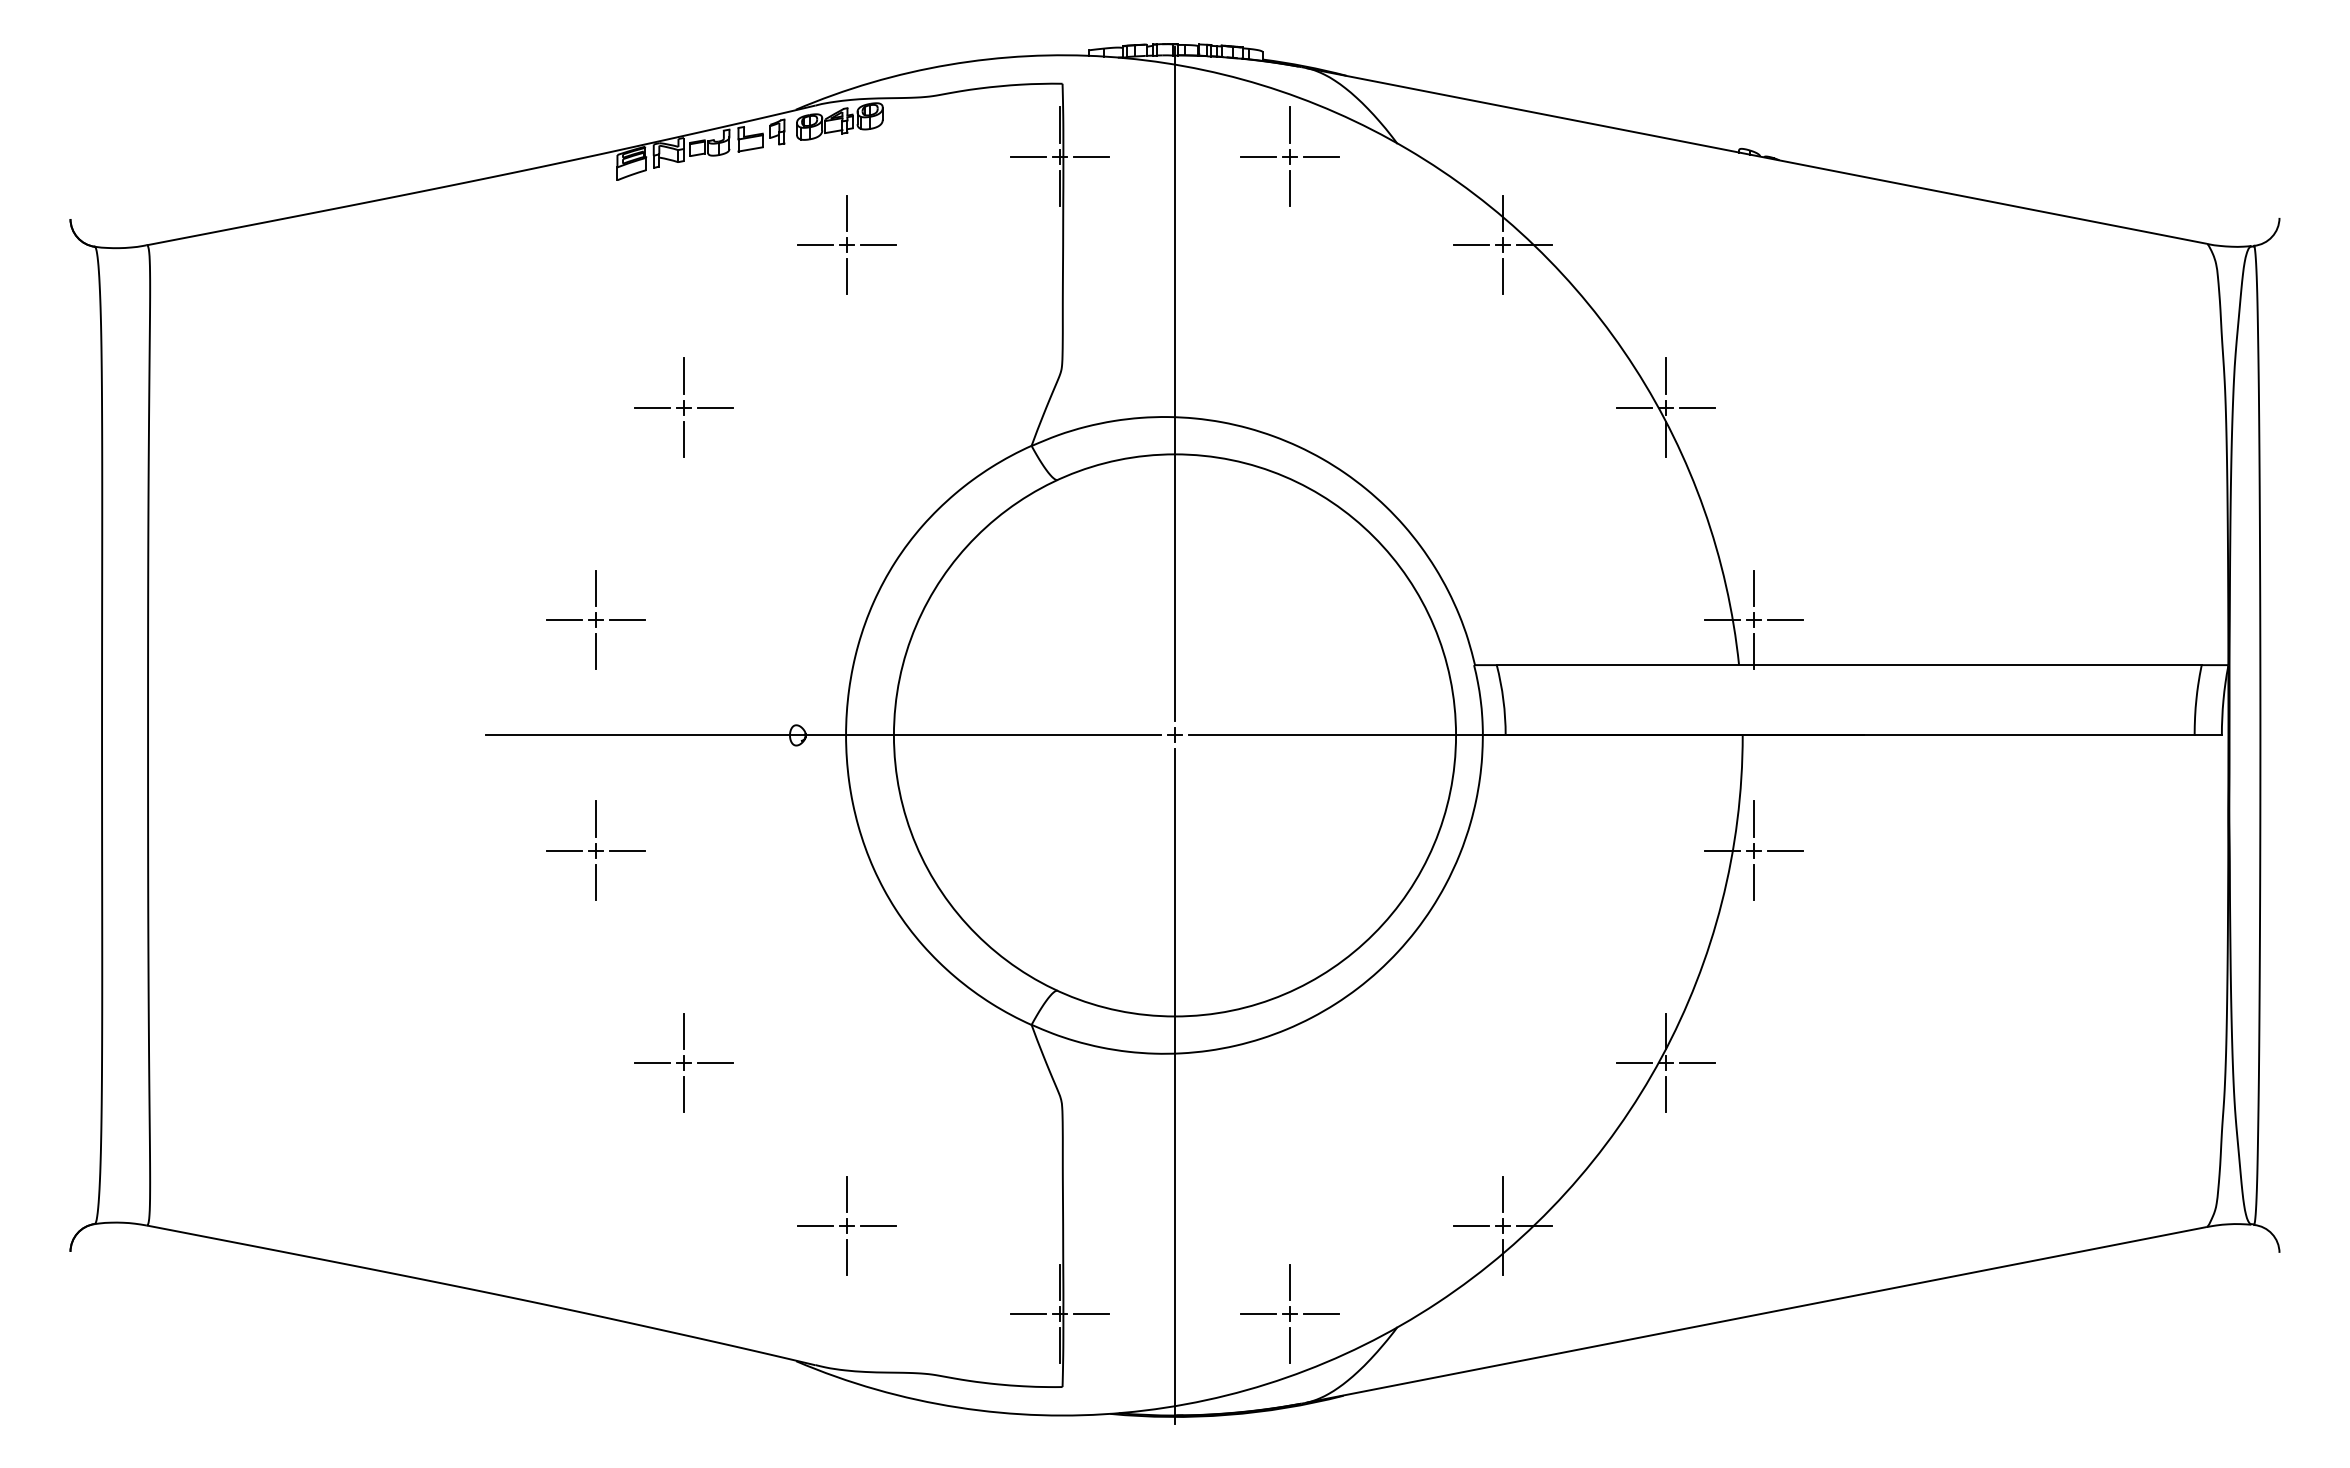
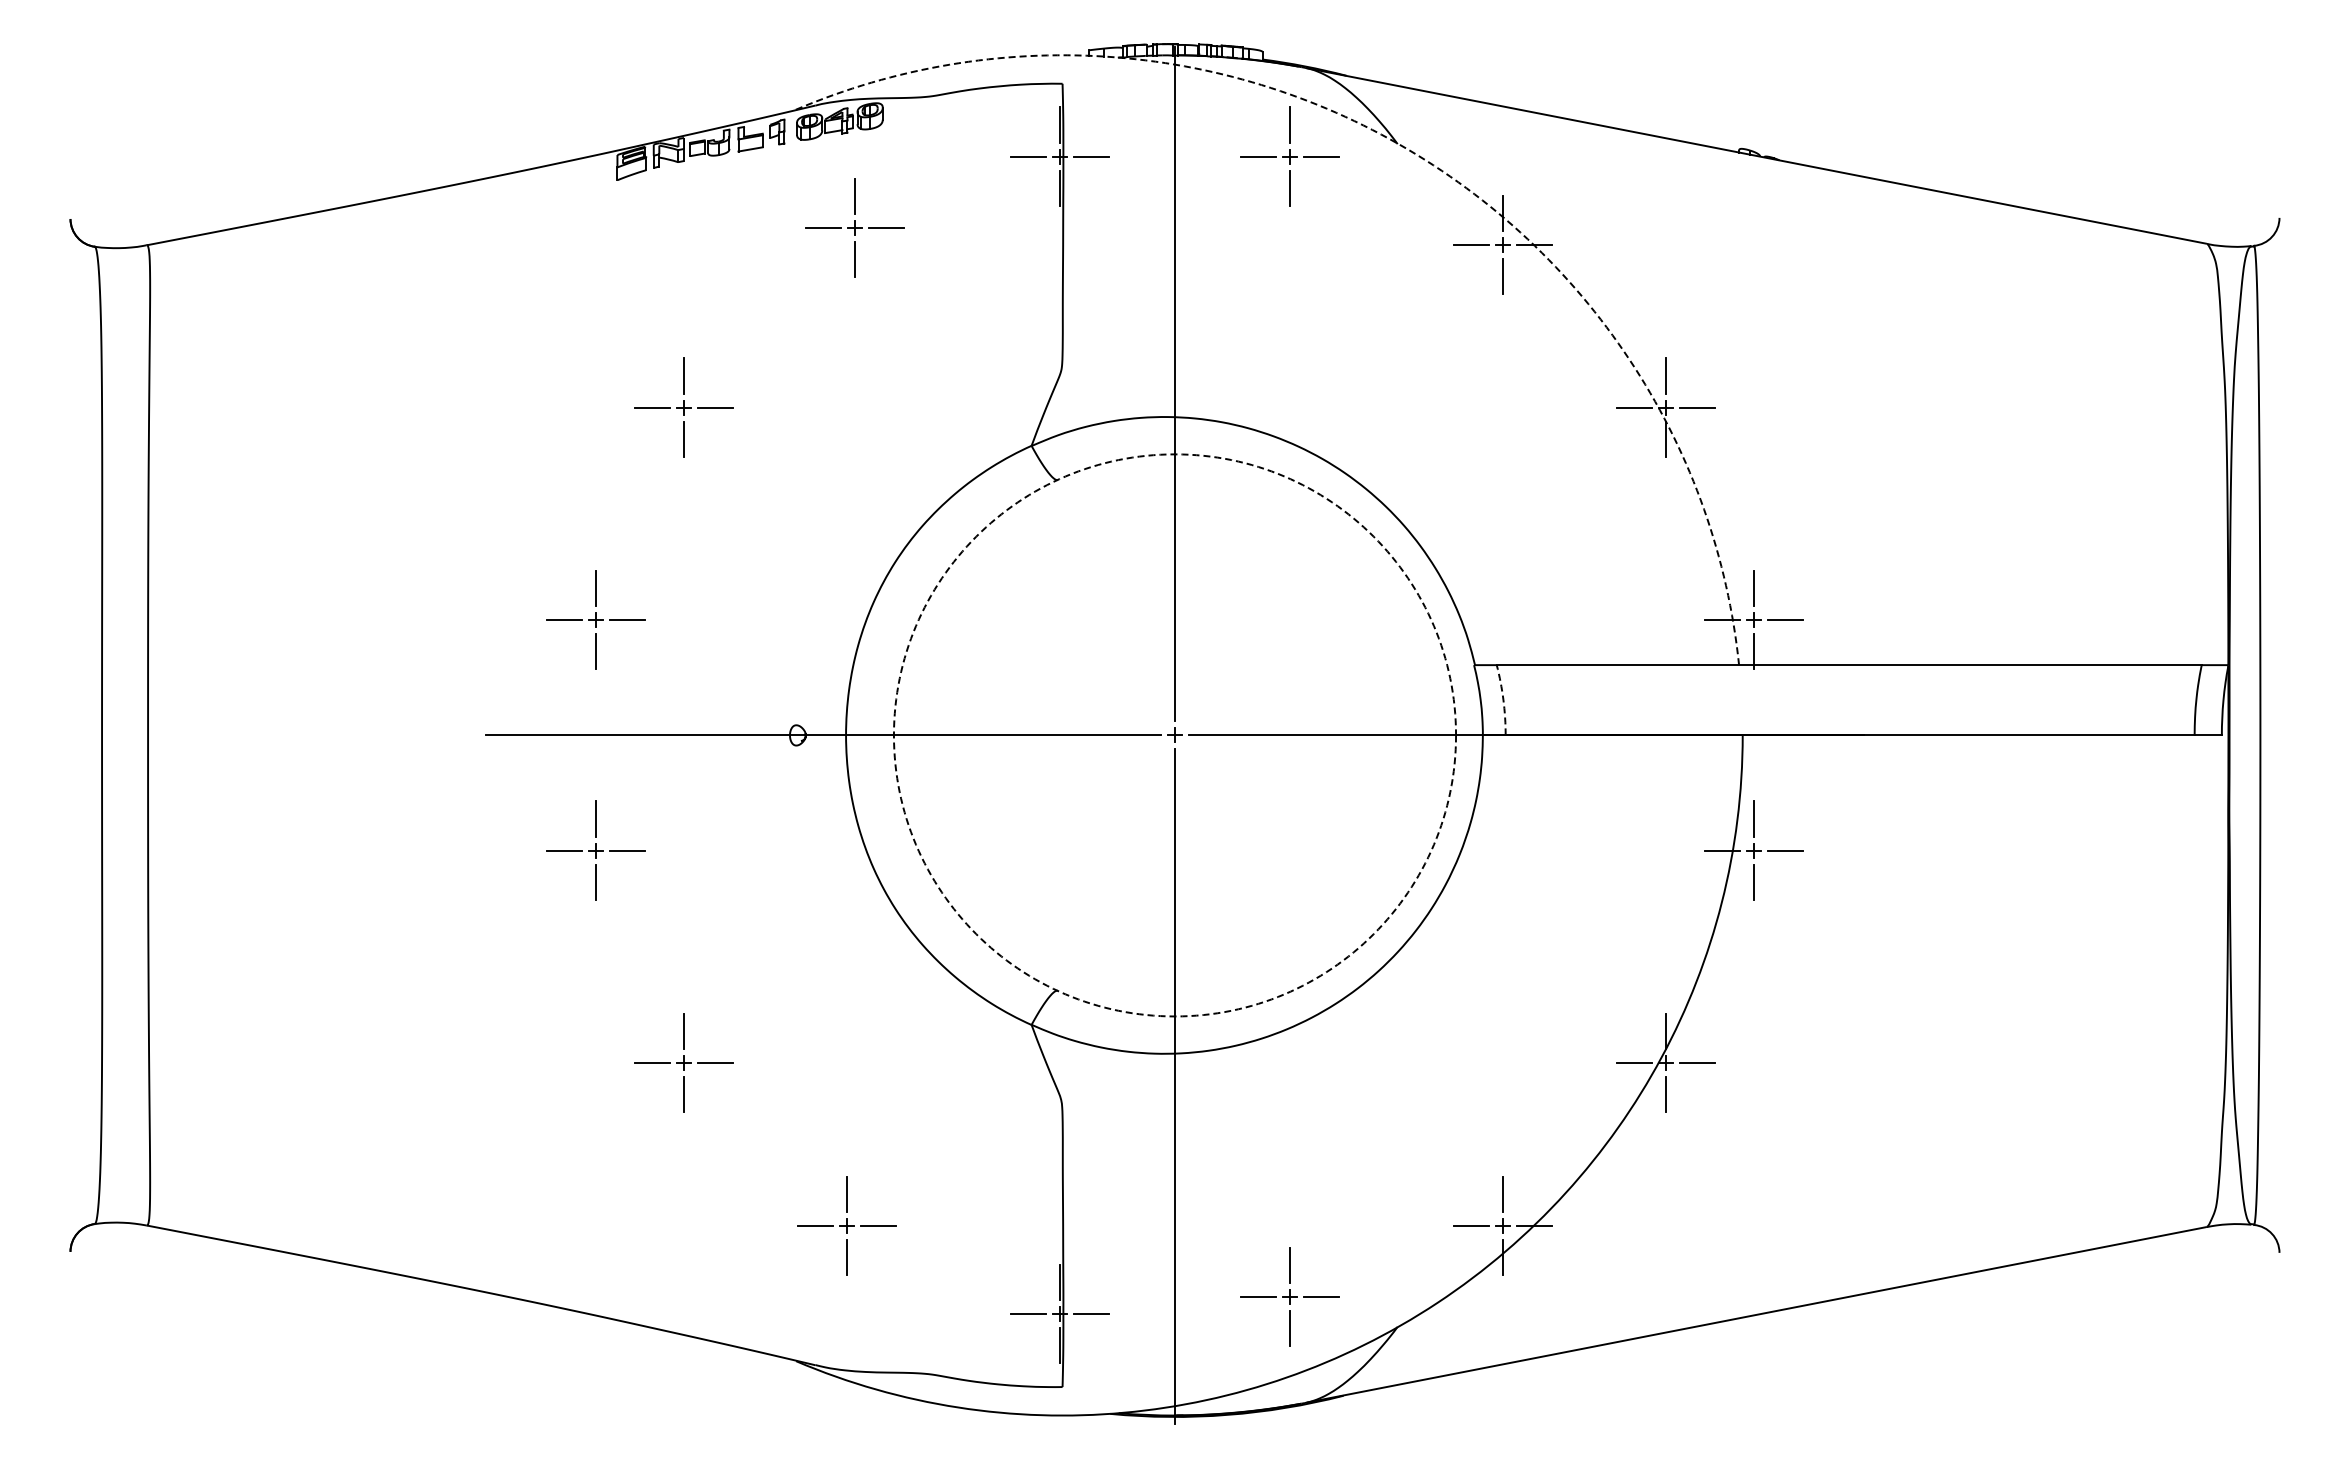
arc at (1407, 149): solid -> dashed
part at (846, 244) position: (846, 244) -> (854, 227)
arc at (1503, 699): solid -> dashed
circle at (1174, 735): solid -> dashed
part at (1289, 1313) position: (1289, 1313) -> (1289, 1296)
